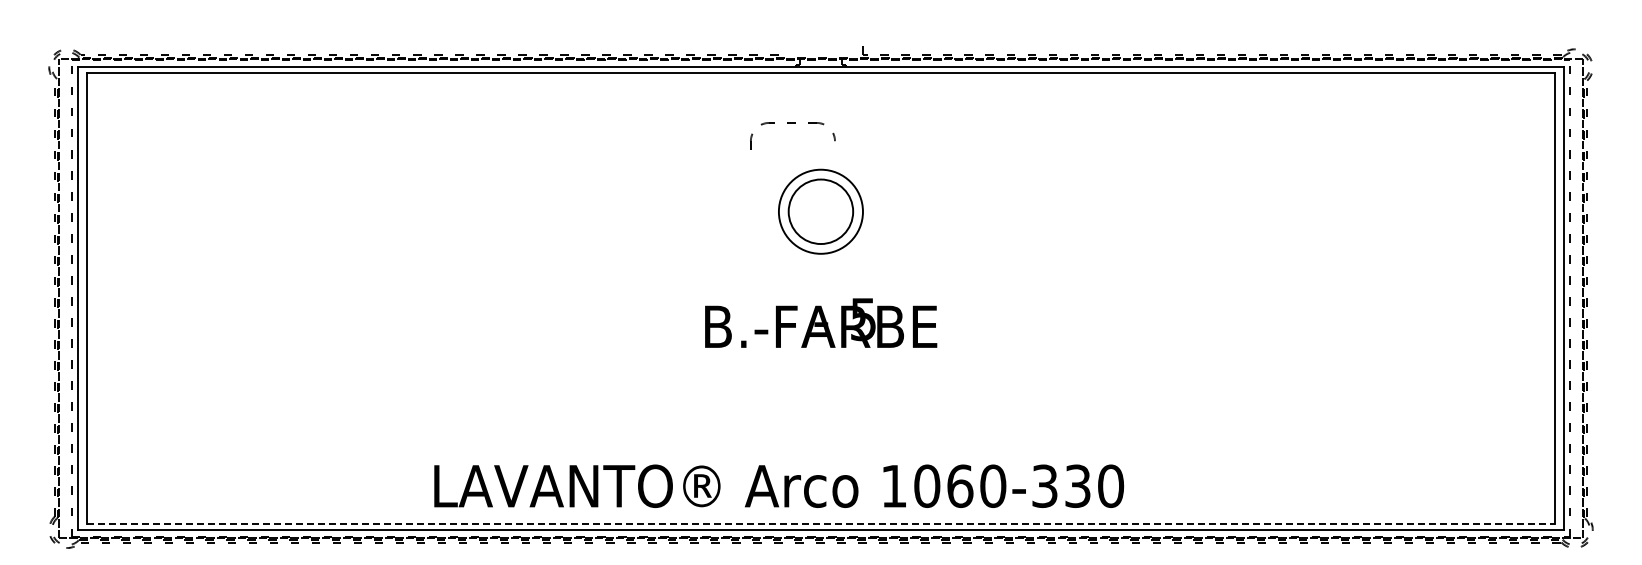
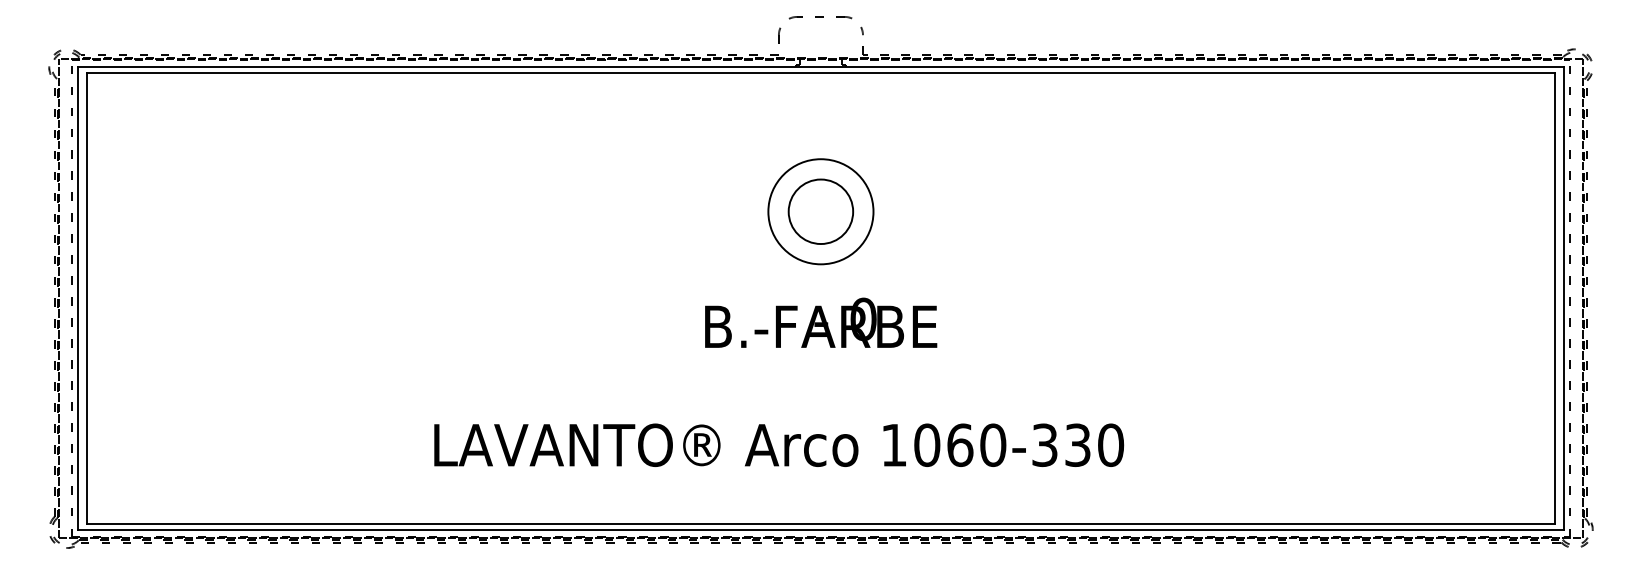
part at (792, 123) position: (792, 123) -> (820, 17)
circle at (820, 211) diameter: 84 px -> 105 px
text at (863, 319): 5 -> 0
text at (779, 485) position: (779, 485) -> (779, 444)
line at (821, 524): dashed -> solid
